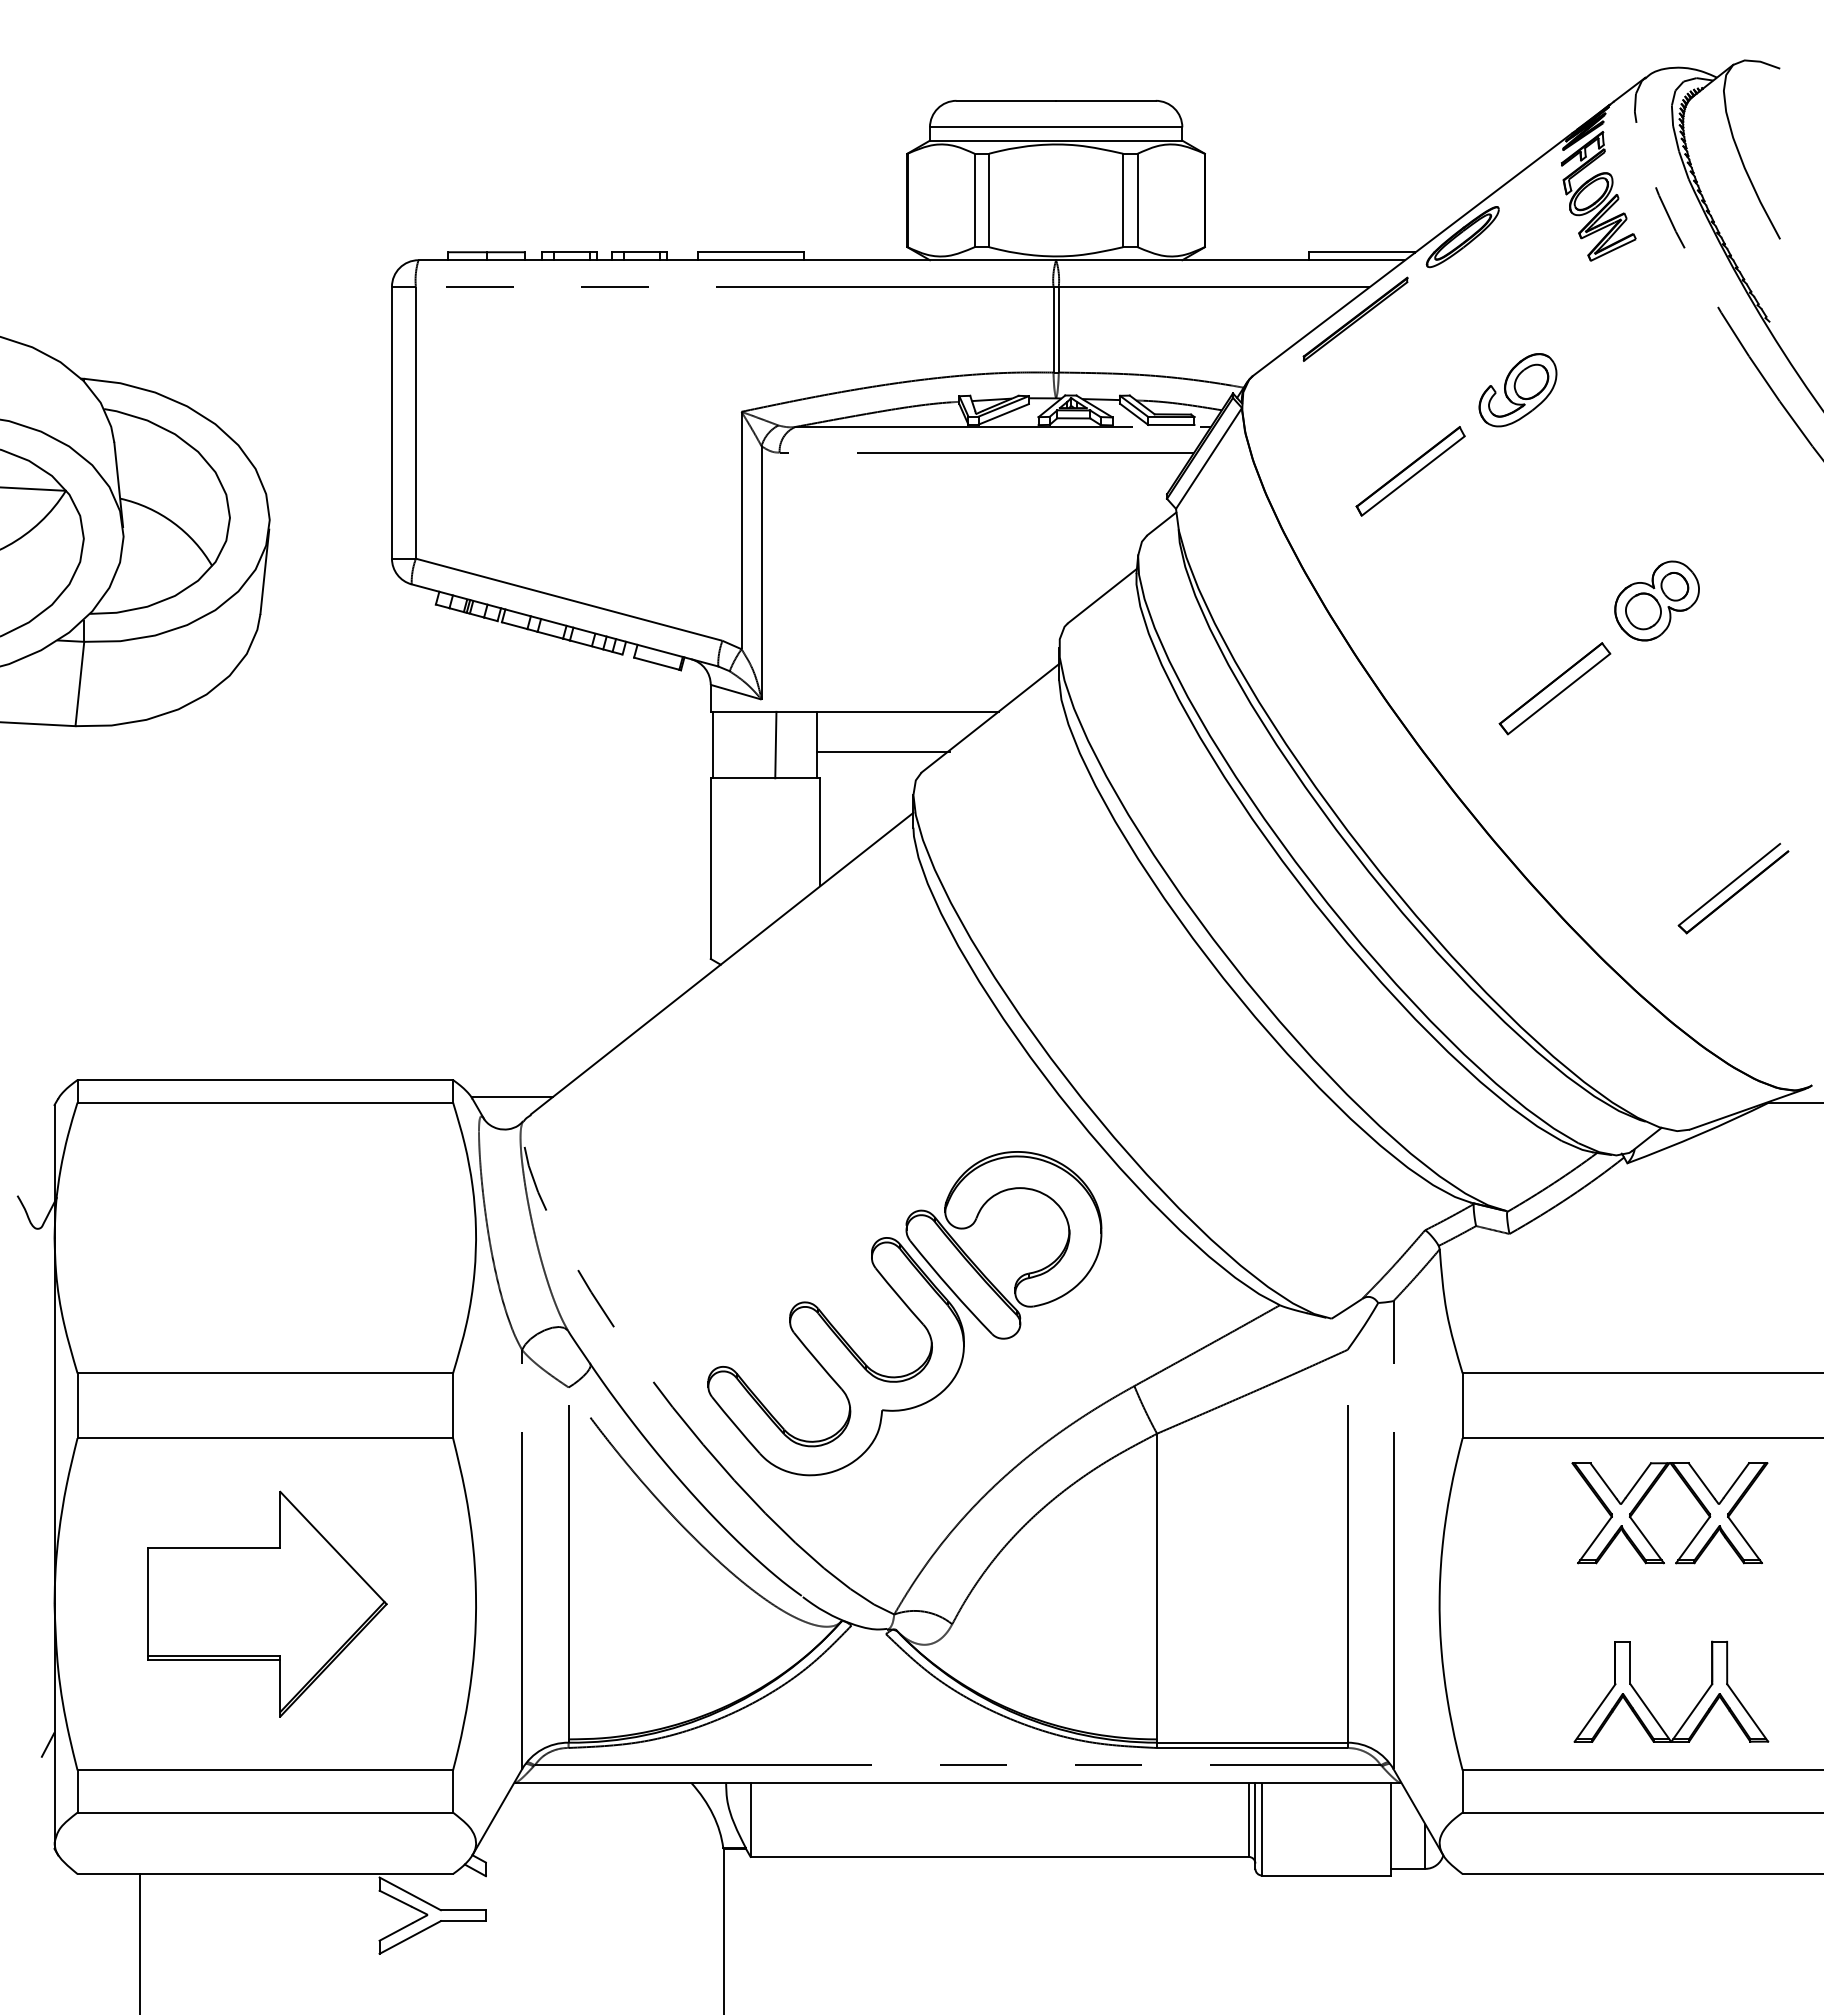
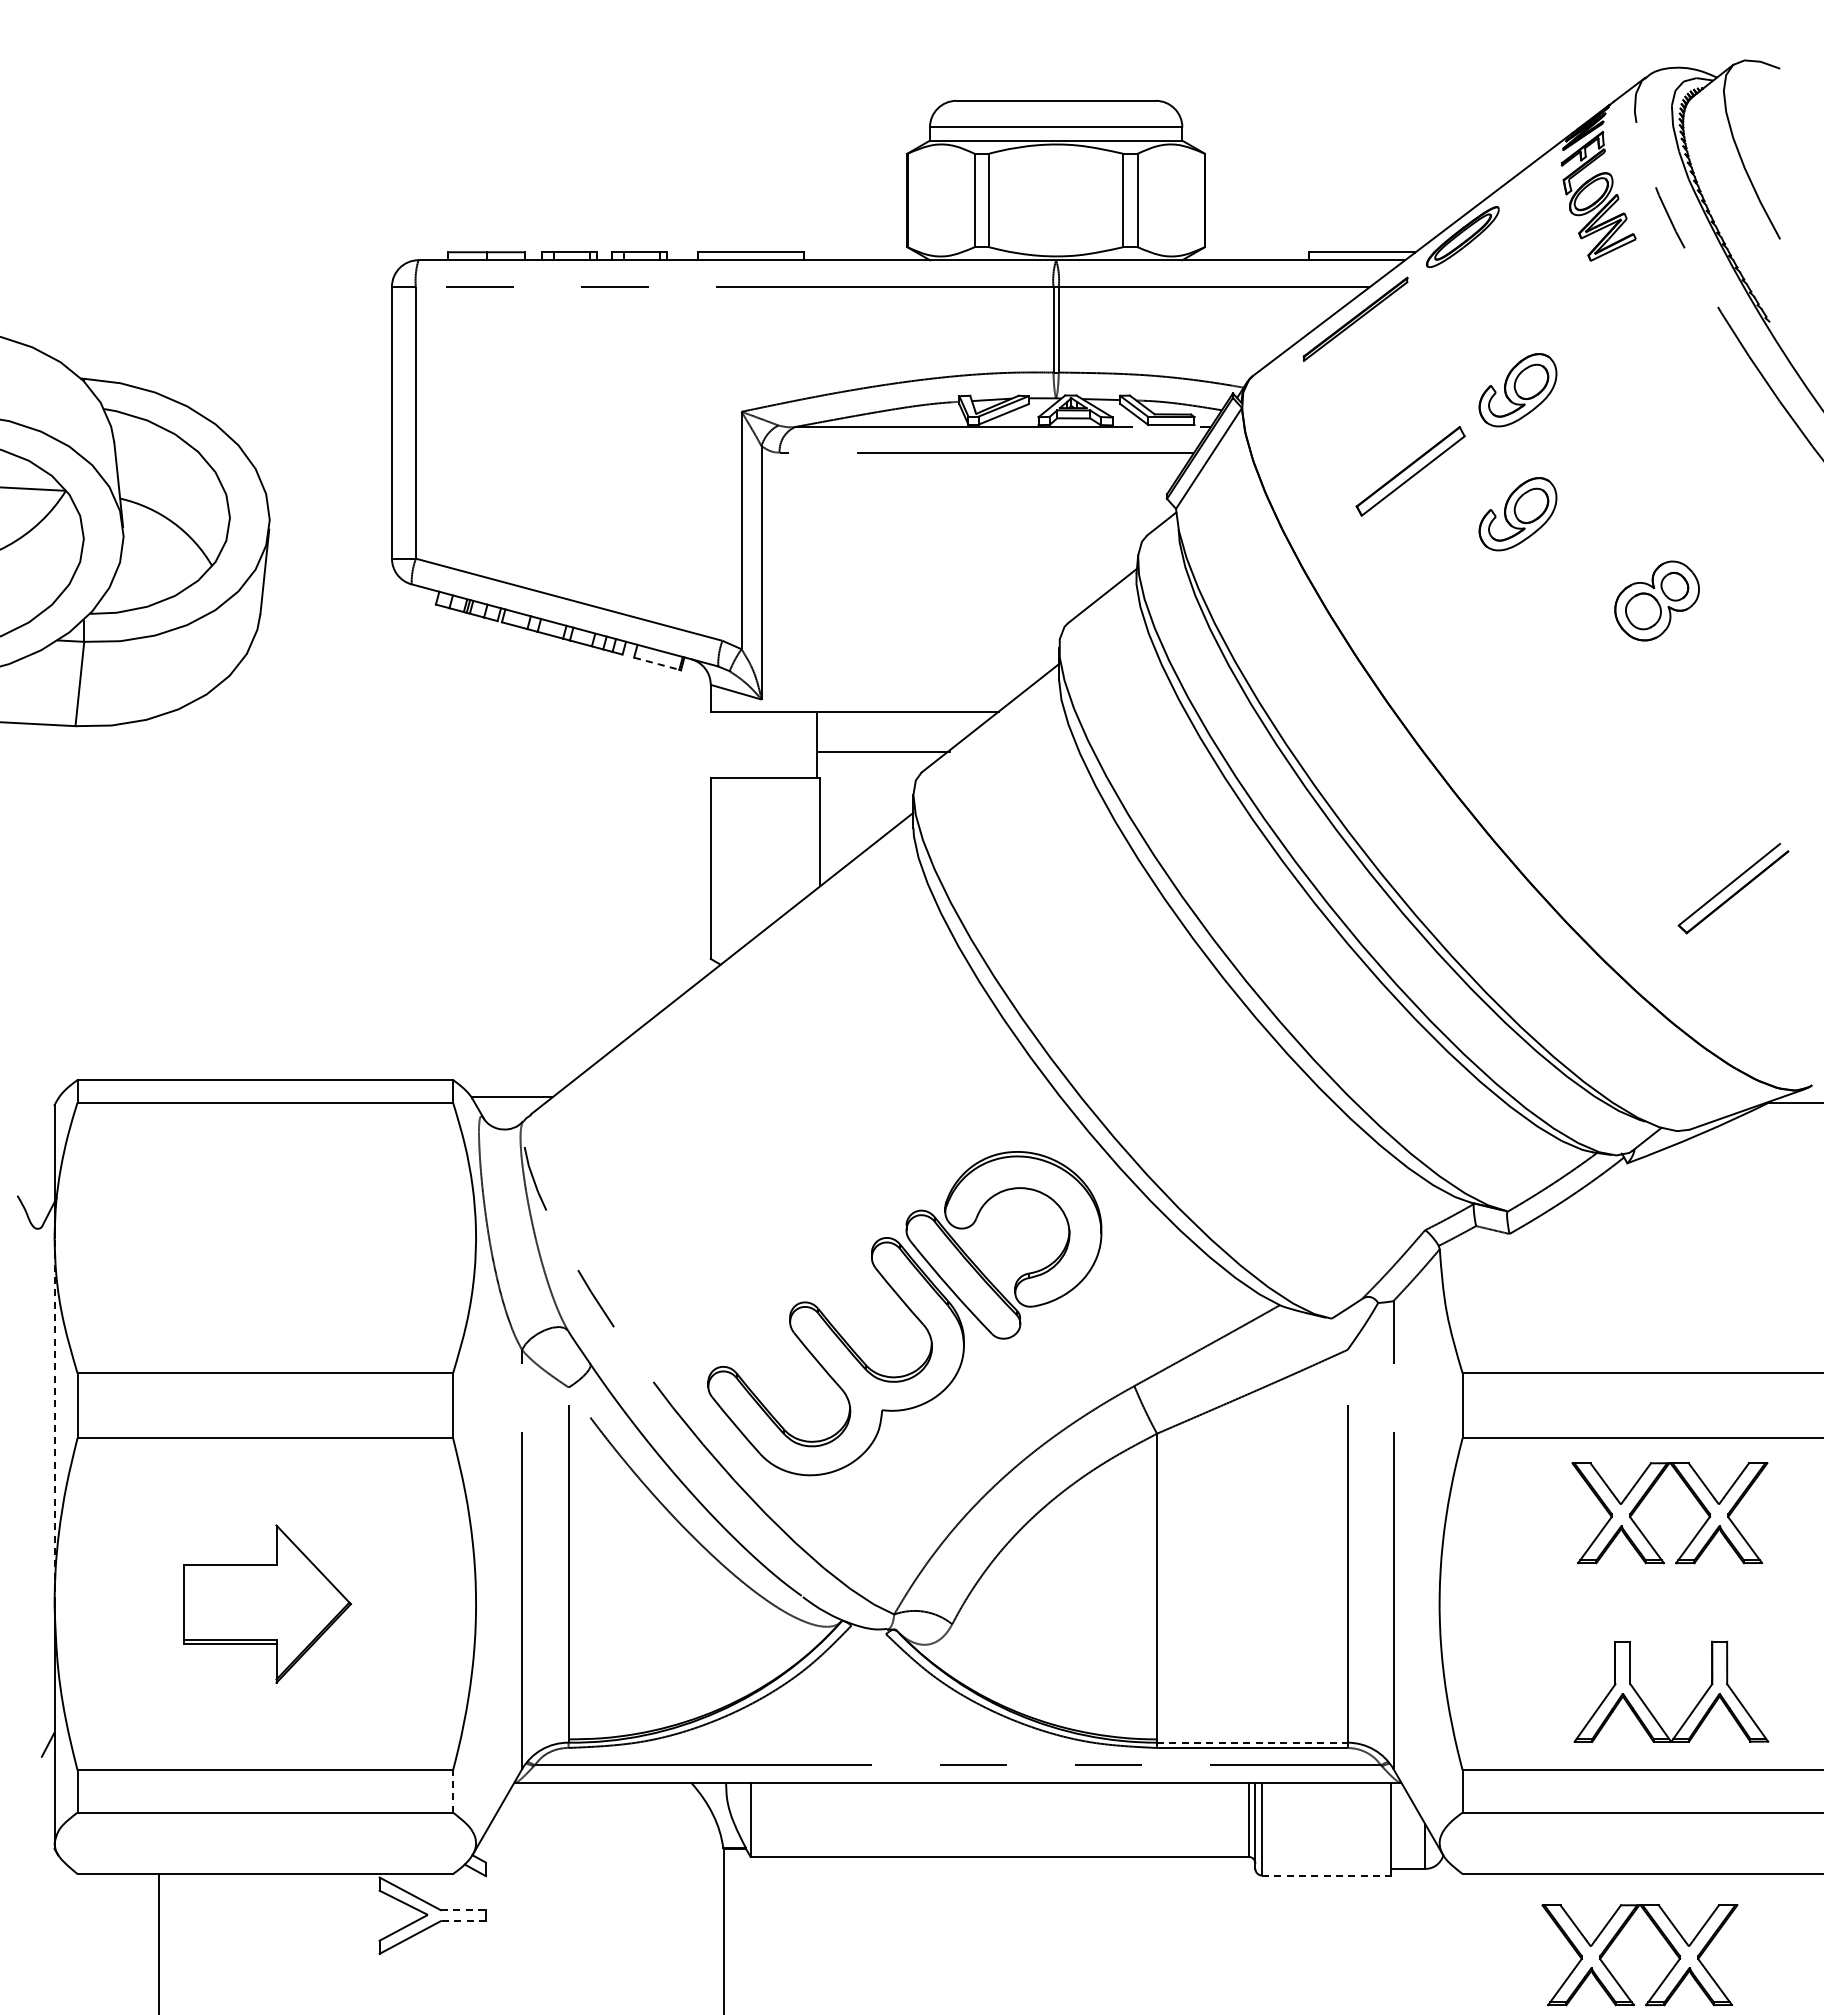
part at (1517, 514): none -> present
line at (657, 663): solid -> dashed
part at (1554, 688): present -> none
line at (713, 744): present -> none
line at (775, 744): present -> none
line at (54, 1420): solid -> dashed
part at (267, 1603) size: 241x228 px -> 170x160 px
line at (1252, 1742): solid -> dashed
line at (453, 1790): solid -> dashed
line at (1326, 1875): solid -> dashed
line at (463, 1910): solid -> dashed
line at (463, 1921): solid -> dashed
part at (1616, 1938): none -> present
line at (139, 1942) position: (139, 1942) -> (158, 1942)
